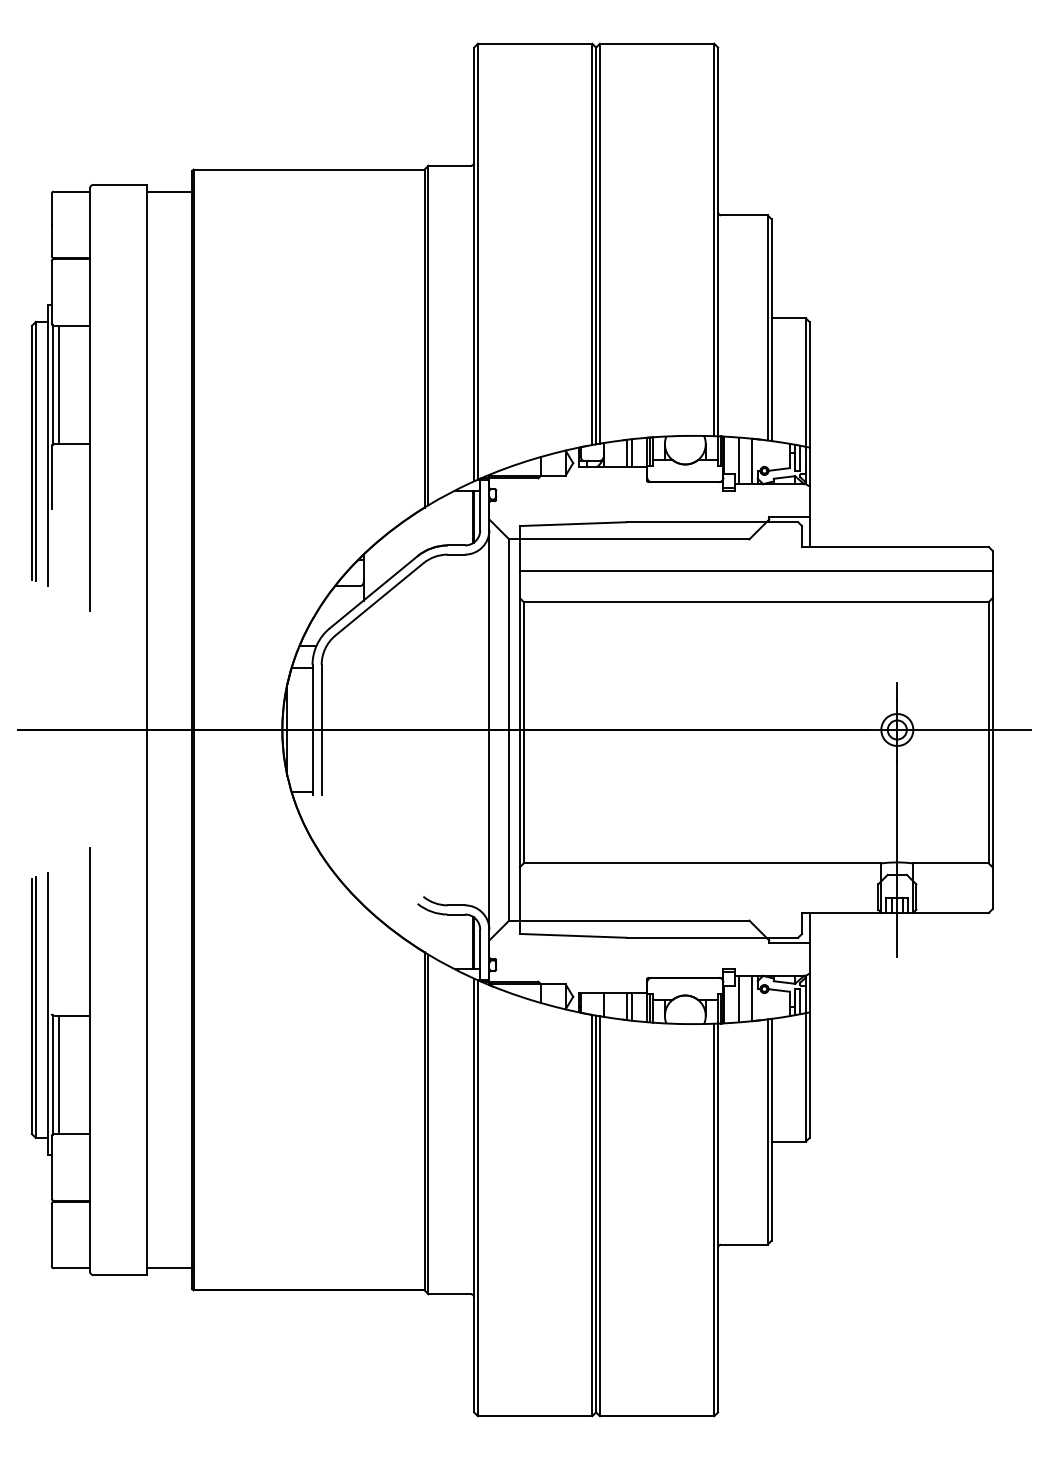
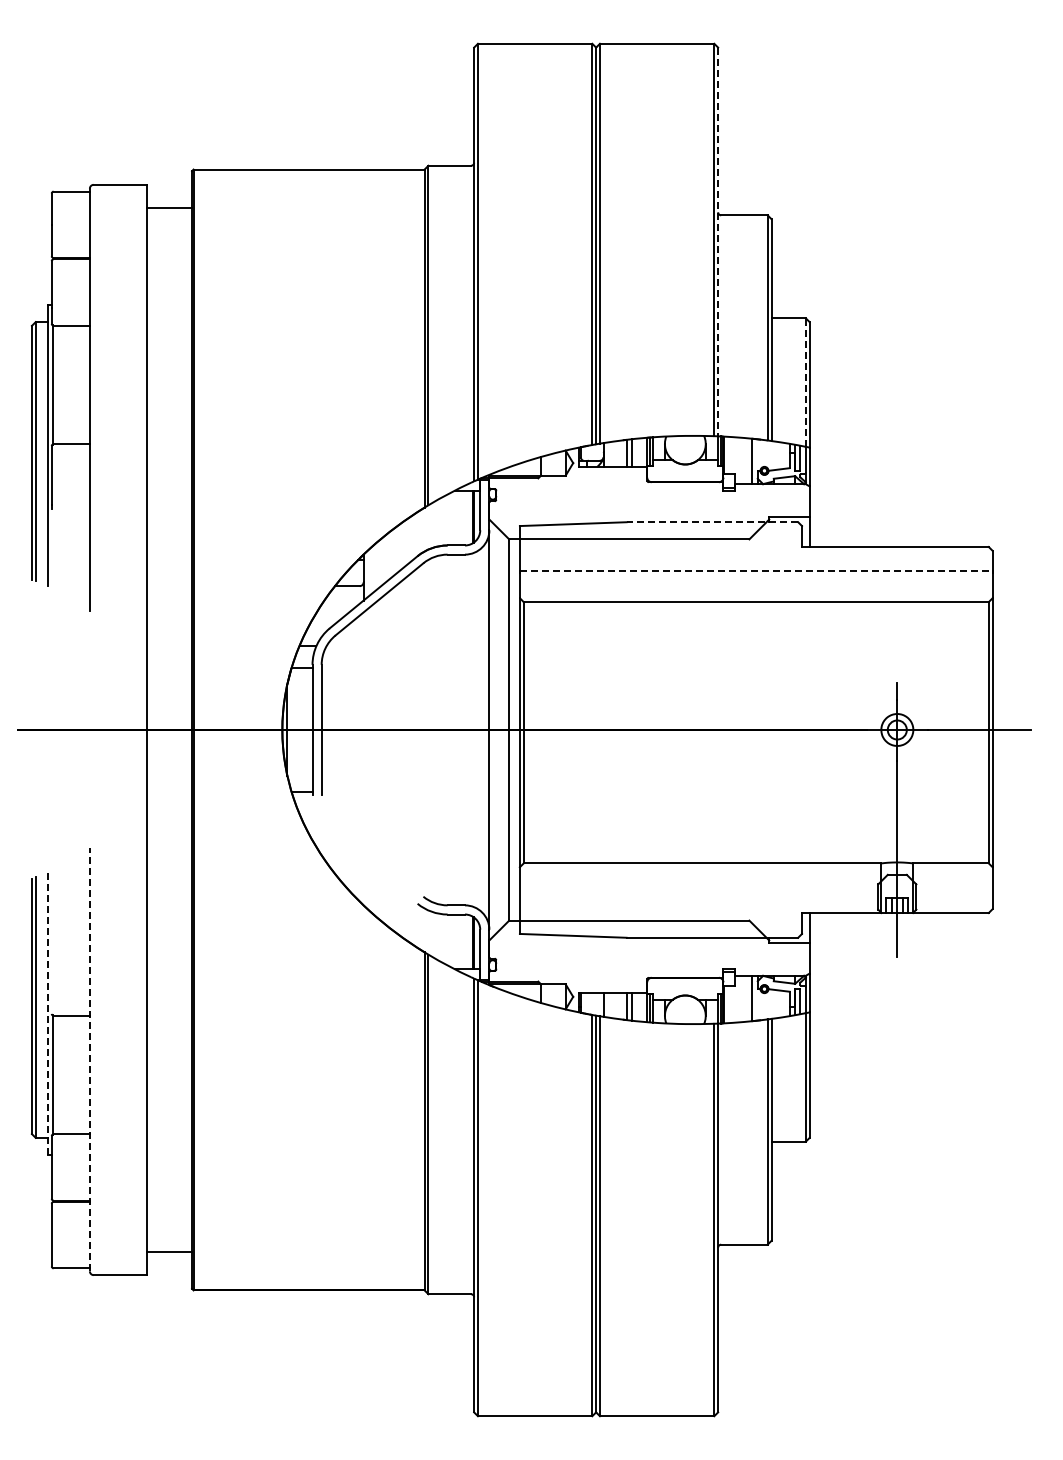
line at (169, 192) position: (169, 192) -> (169, 208)
line at (718, 242): solid -> dashed
line at (805, 382): solid -> dashed
line at (58, 384): present -> none
line at (739, 460): present -> none
line at (712, 522): solid -> dashed
line at (756, 571): solid -> dashed
line at (739, 998): present -> none
line at (47, 1013): solid -> dashed
line at (89, 1059): solid -> dashed
line at (58, 1074): present -> none
line at (169, 1267) position: (169, 1267) -> (169, 1251)
